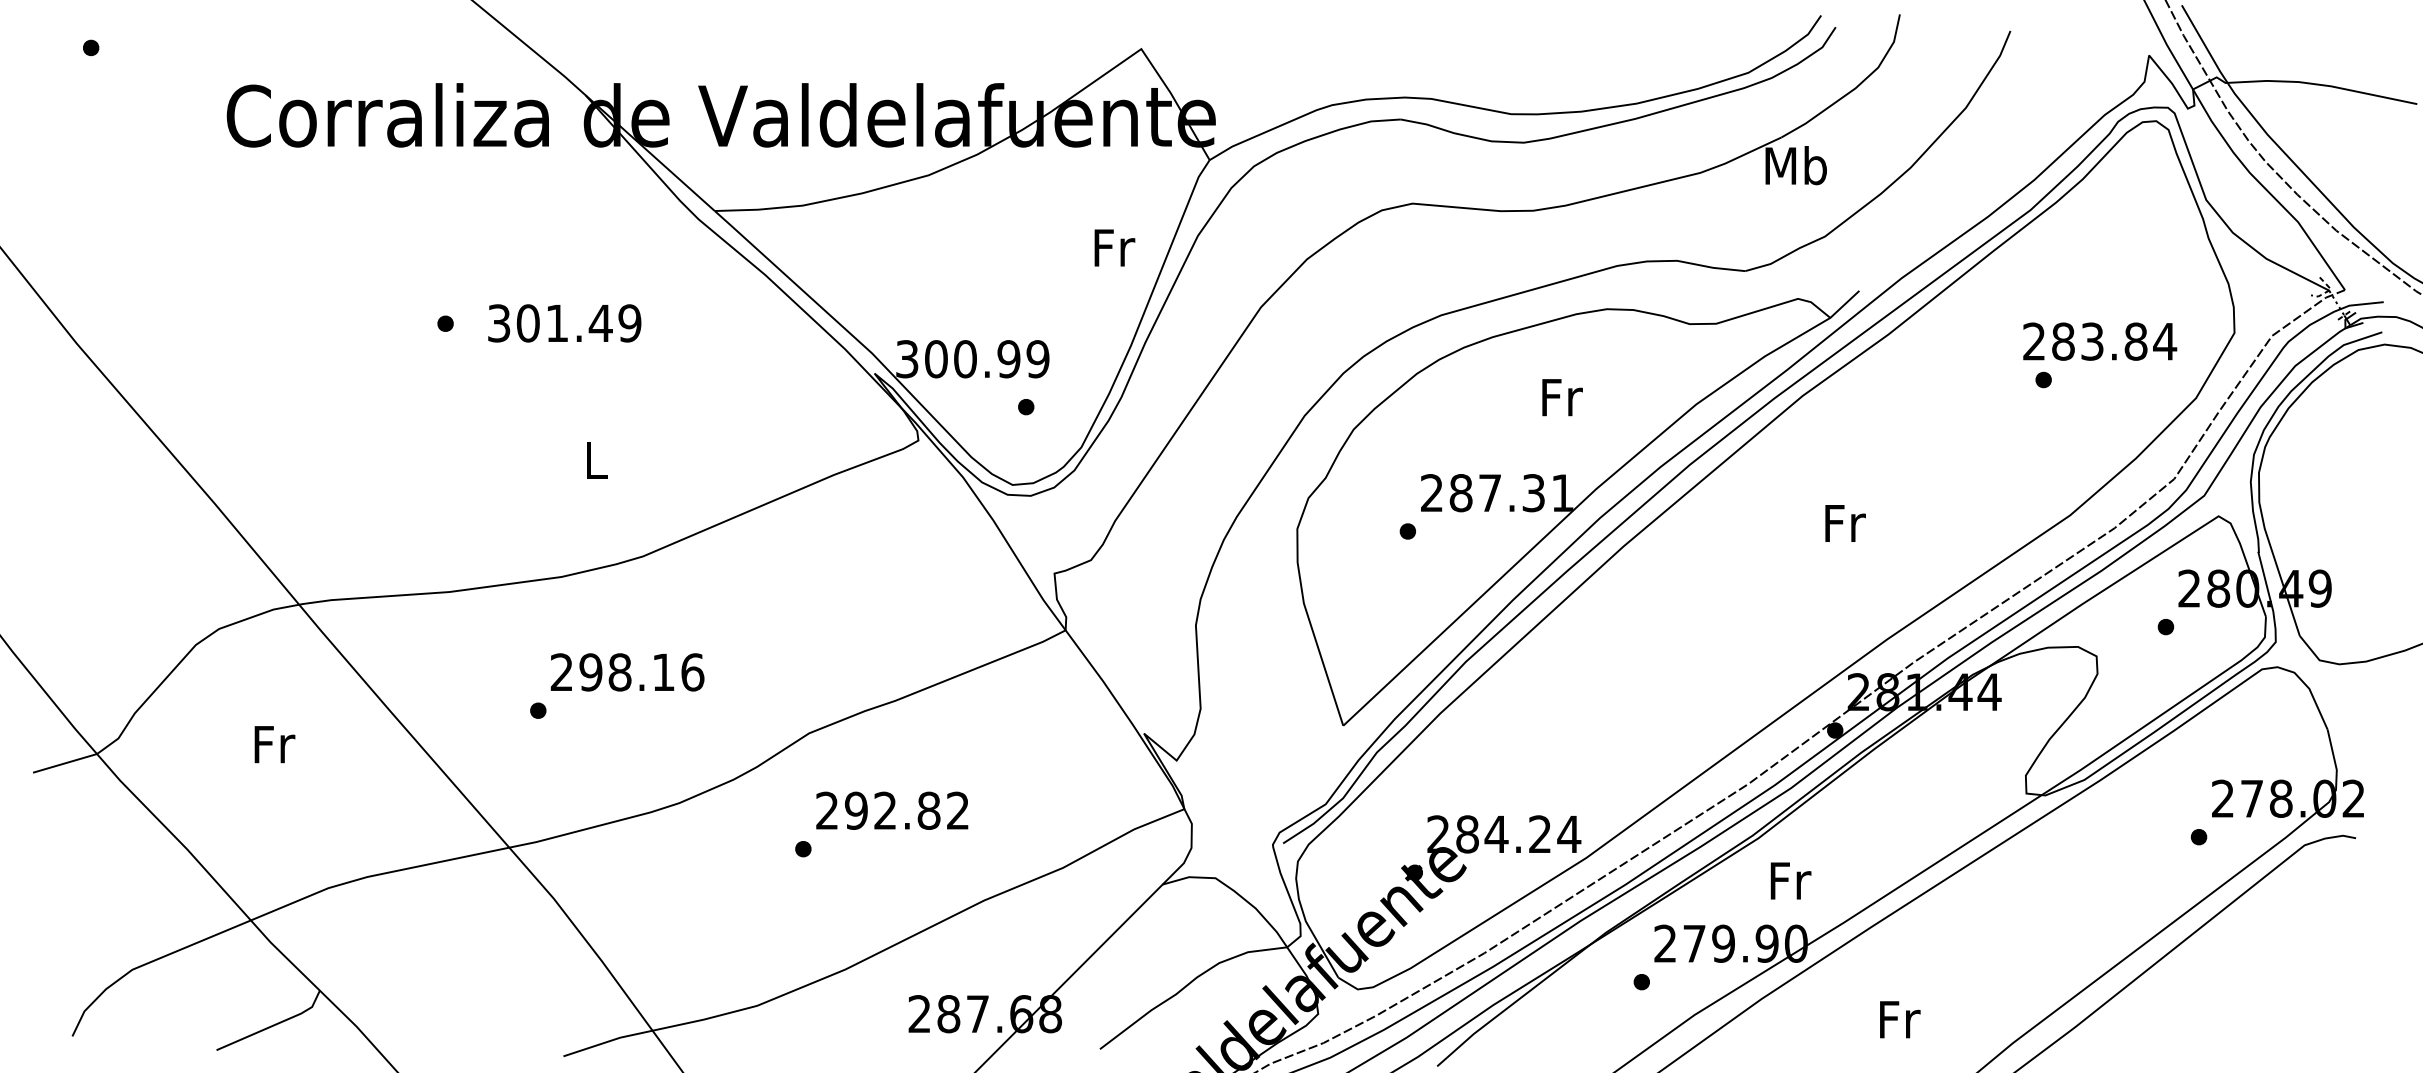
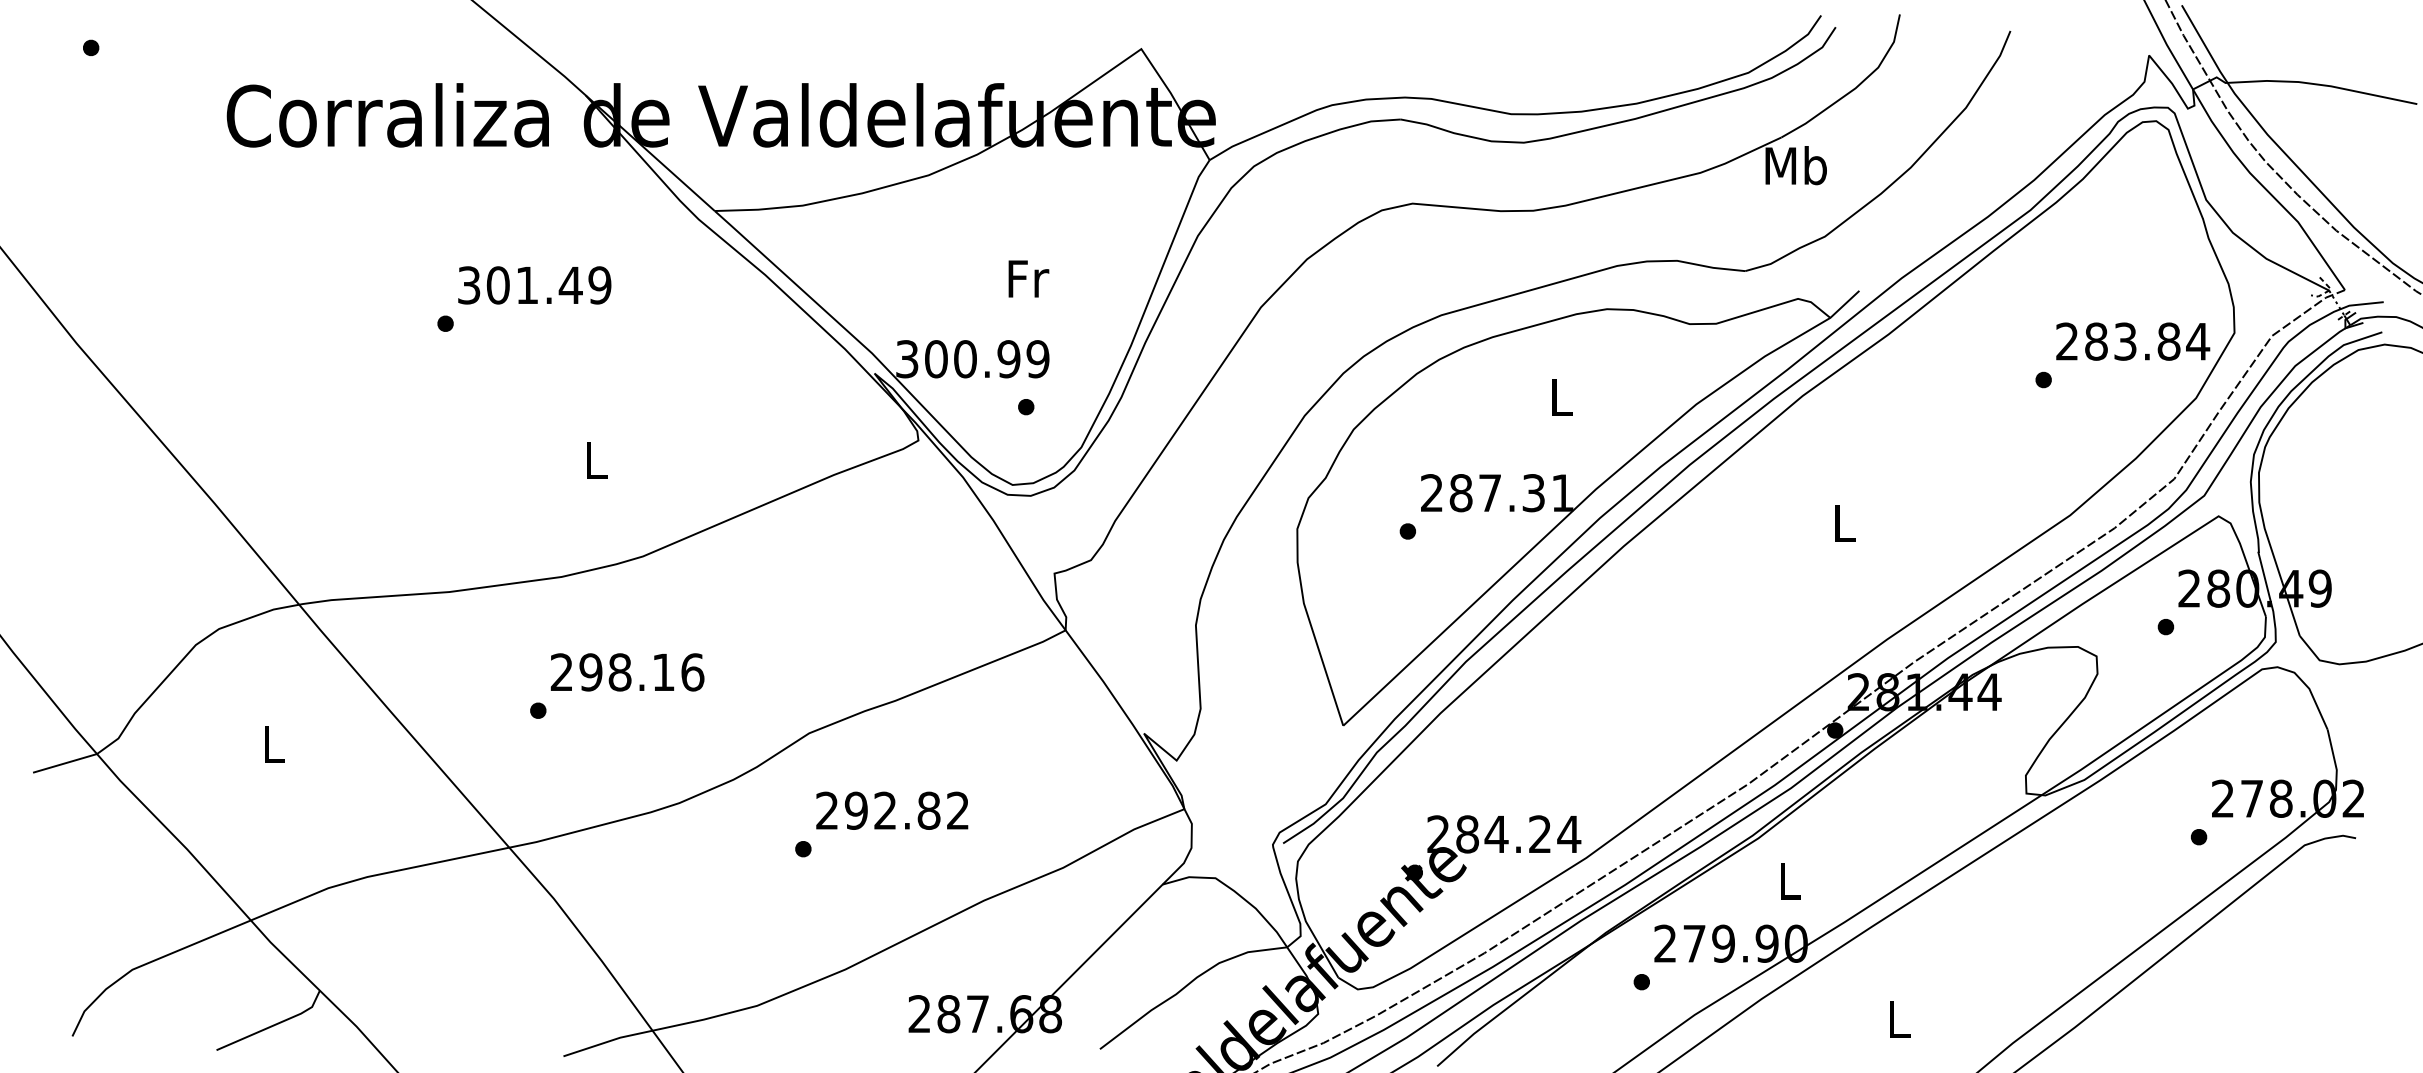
text at (1114, 247) position: (1114, 247) -> (1028, 278)
text at (564, 323) position: (564, 323) -> (534, 285)
text at (2100, 341) position: (2100, 341) -> (2133, 341)
text at (1562, 397): Fr -> L
text at (1845, 523): Fr -> L
text at (274, 744): Fr -> L
text at (1790, 880): Fr -> L
text at (1900, 1019): Fr -> L
